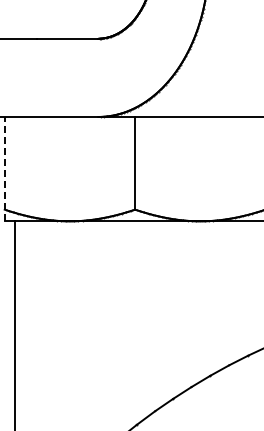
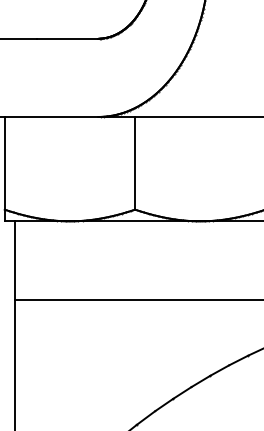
line at (4, 168): dashed -> solid
line at (137, 299): none -> present
